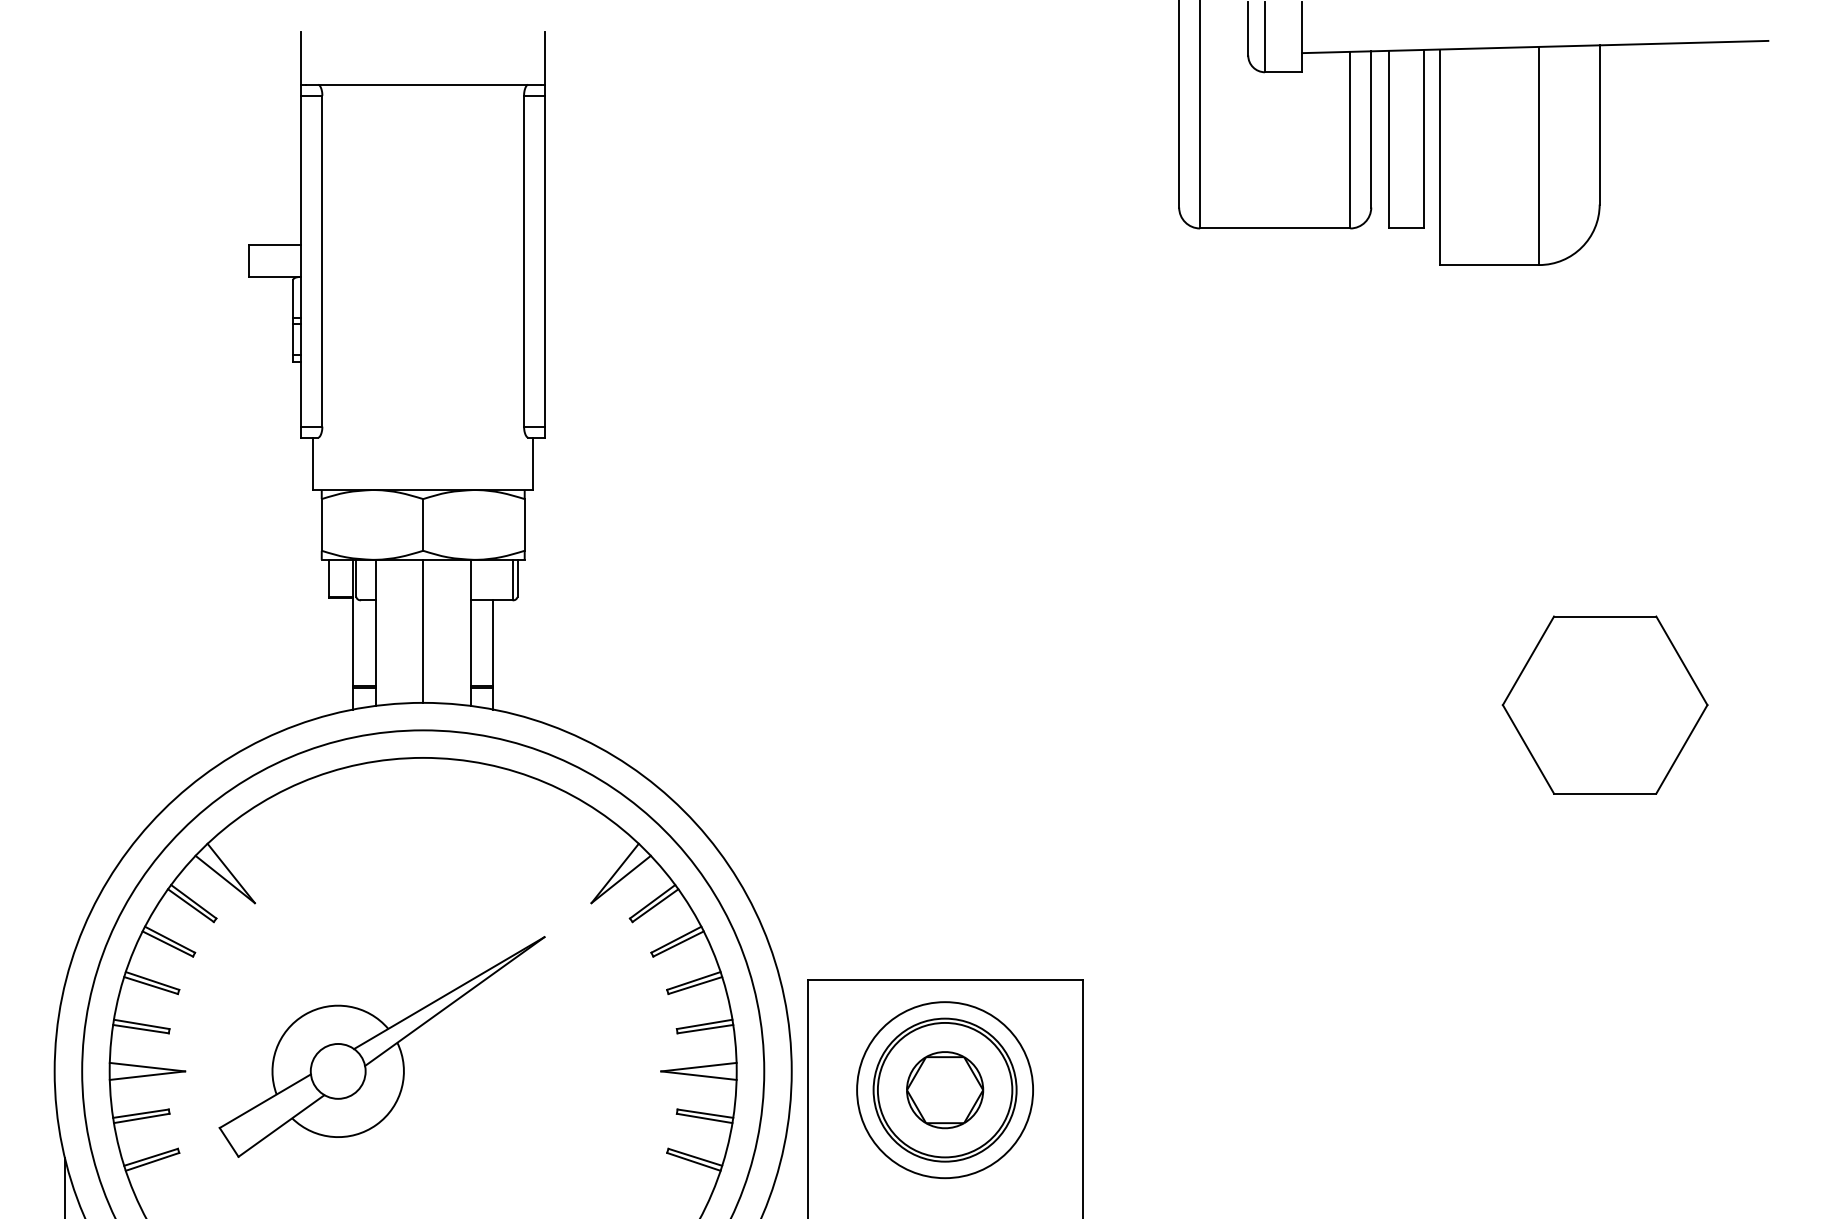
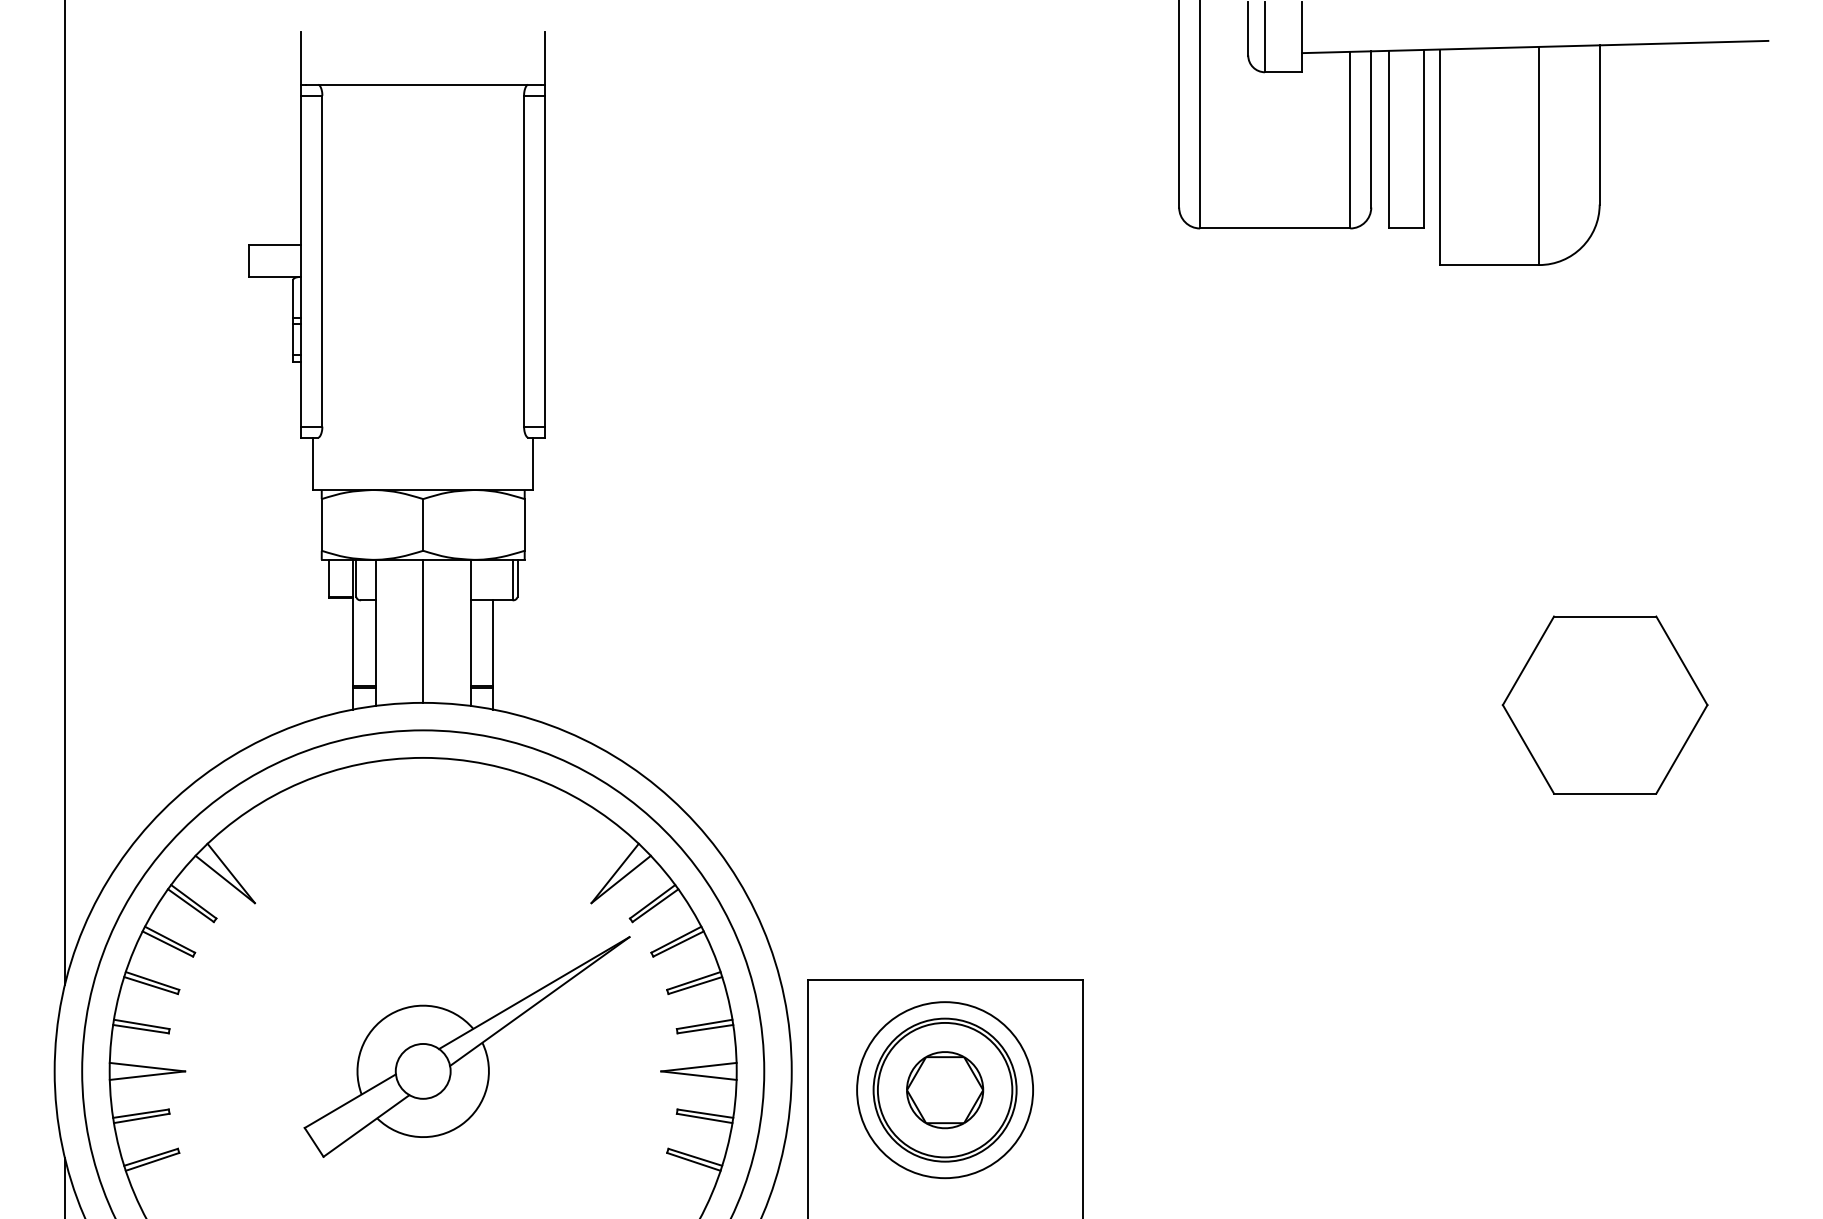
line at (65, 493): none -> present
part at (381, 1046) position: (381, 1046) -> (466, 1046)
